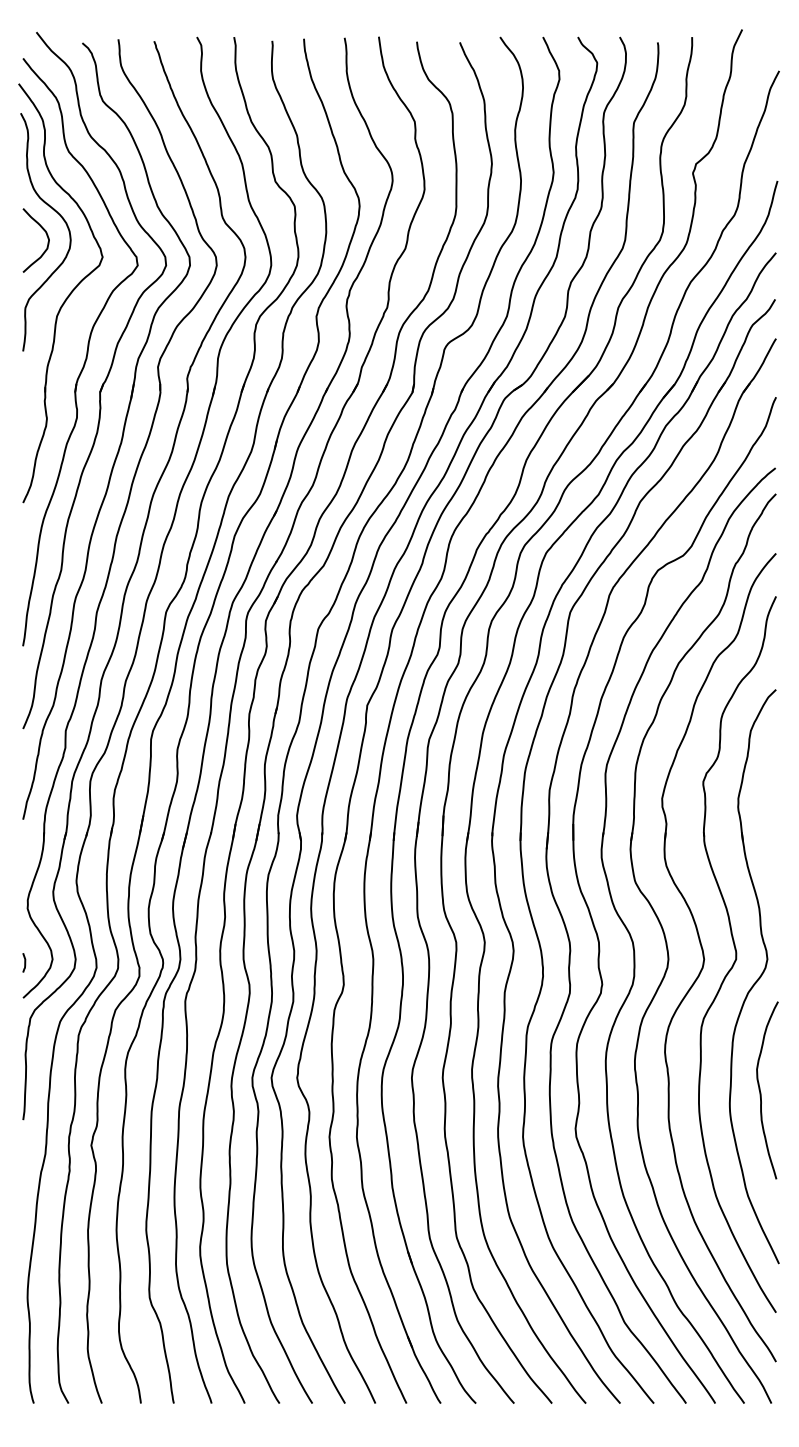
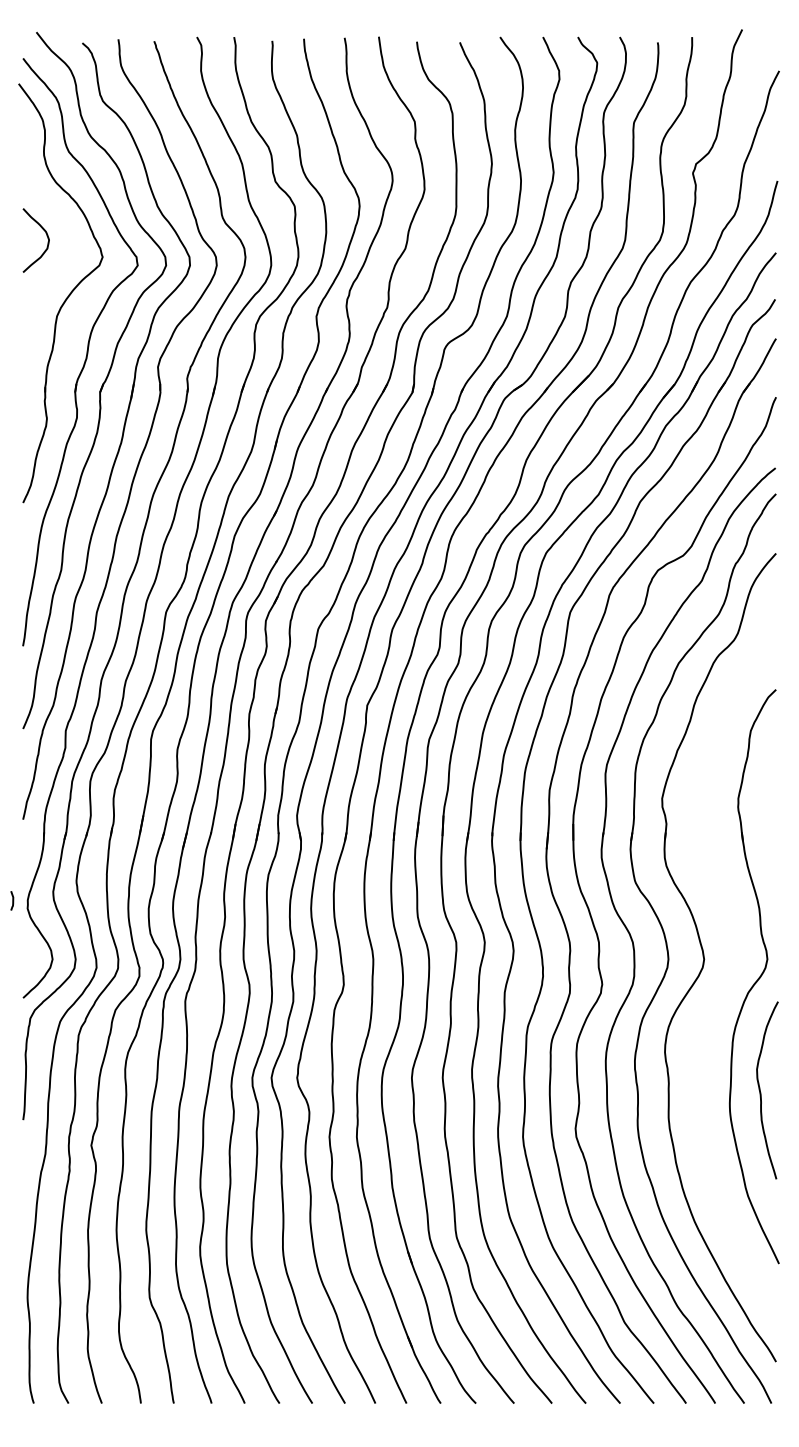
curve at (61, 218): present -> none
part at (737, 954): present -> none
curve at (24, 962) position: (24, 962) -> (12, 900)
